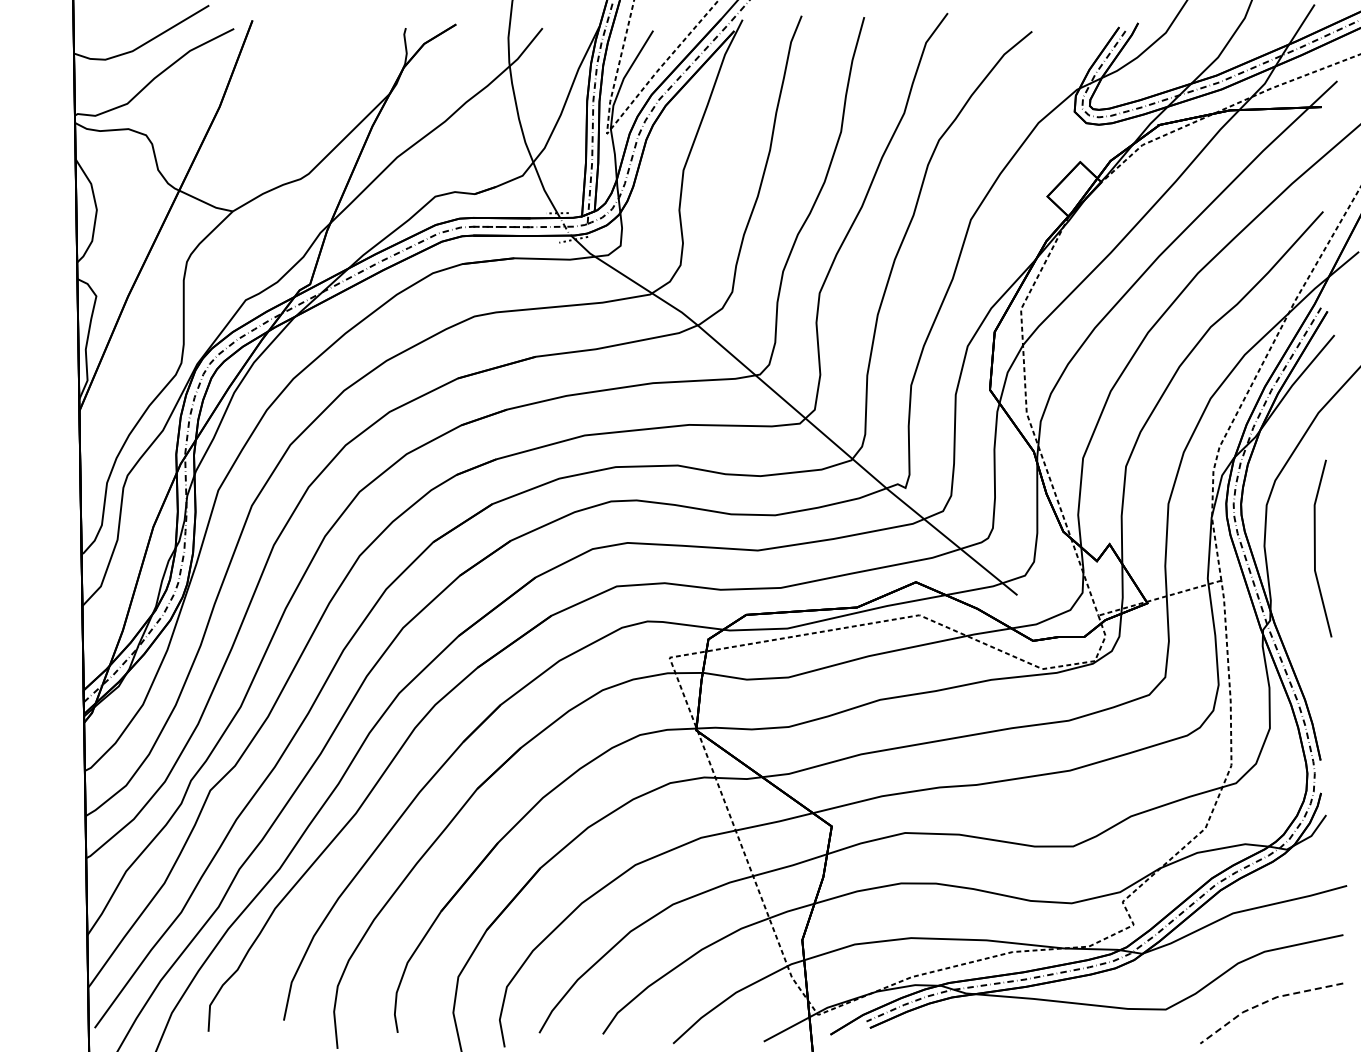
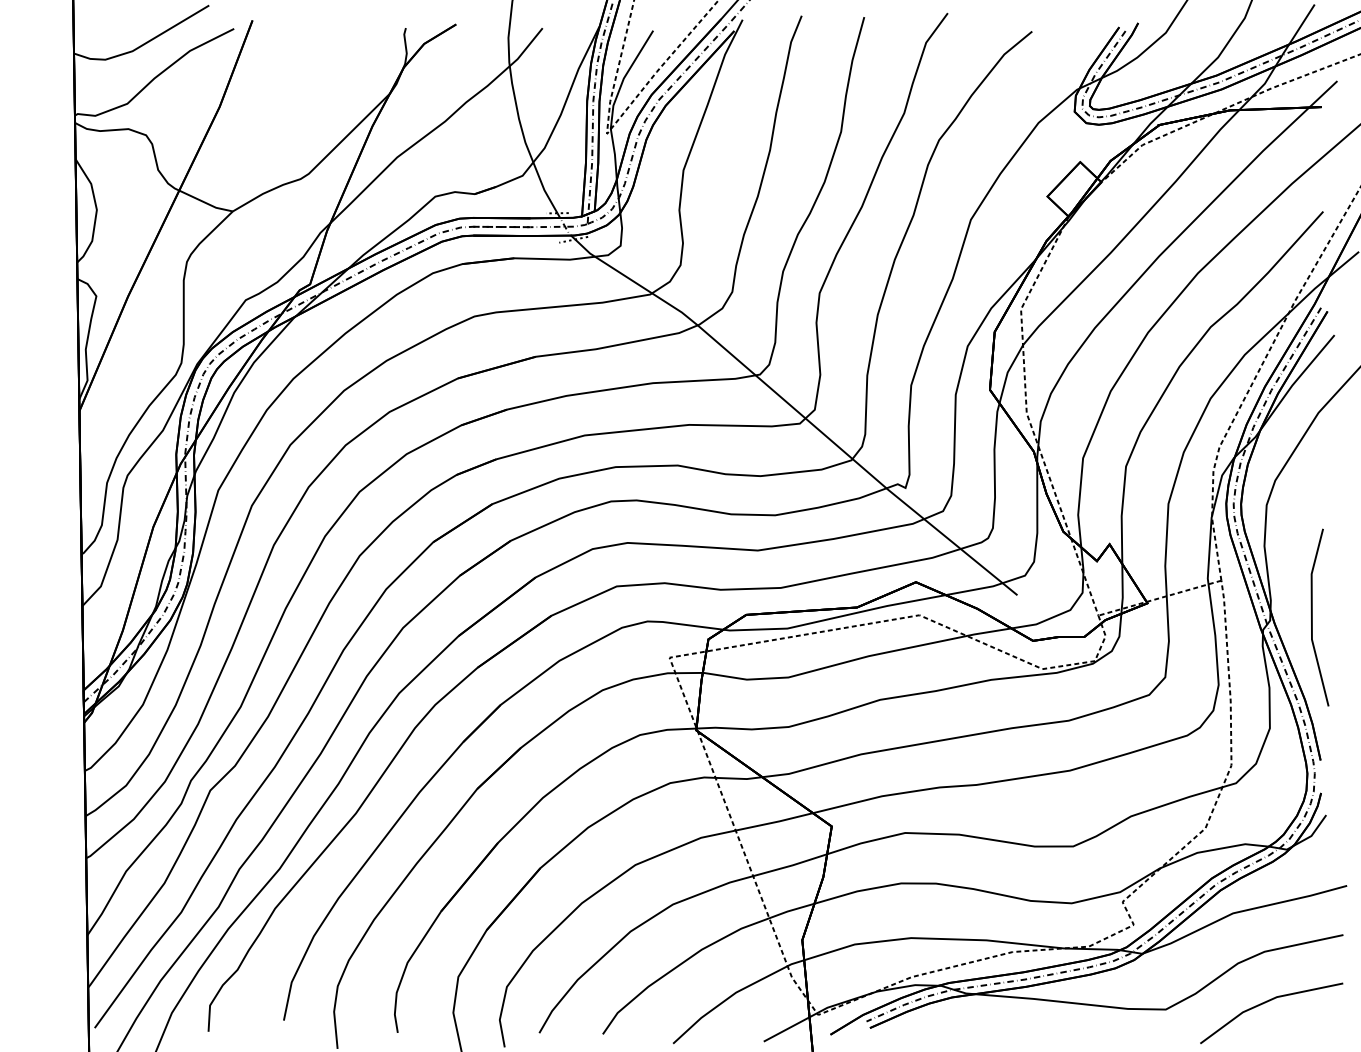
line at (1315, 548) position: (1315, 548) -> (1312, 617)
line at (1266, 1001): dashed -> solid
